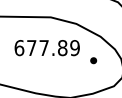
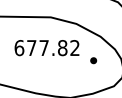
text at (74, 48): 677.89 -> 677.82
